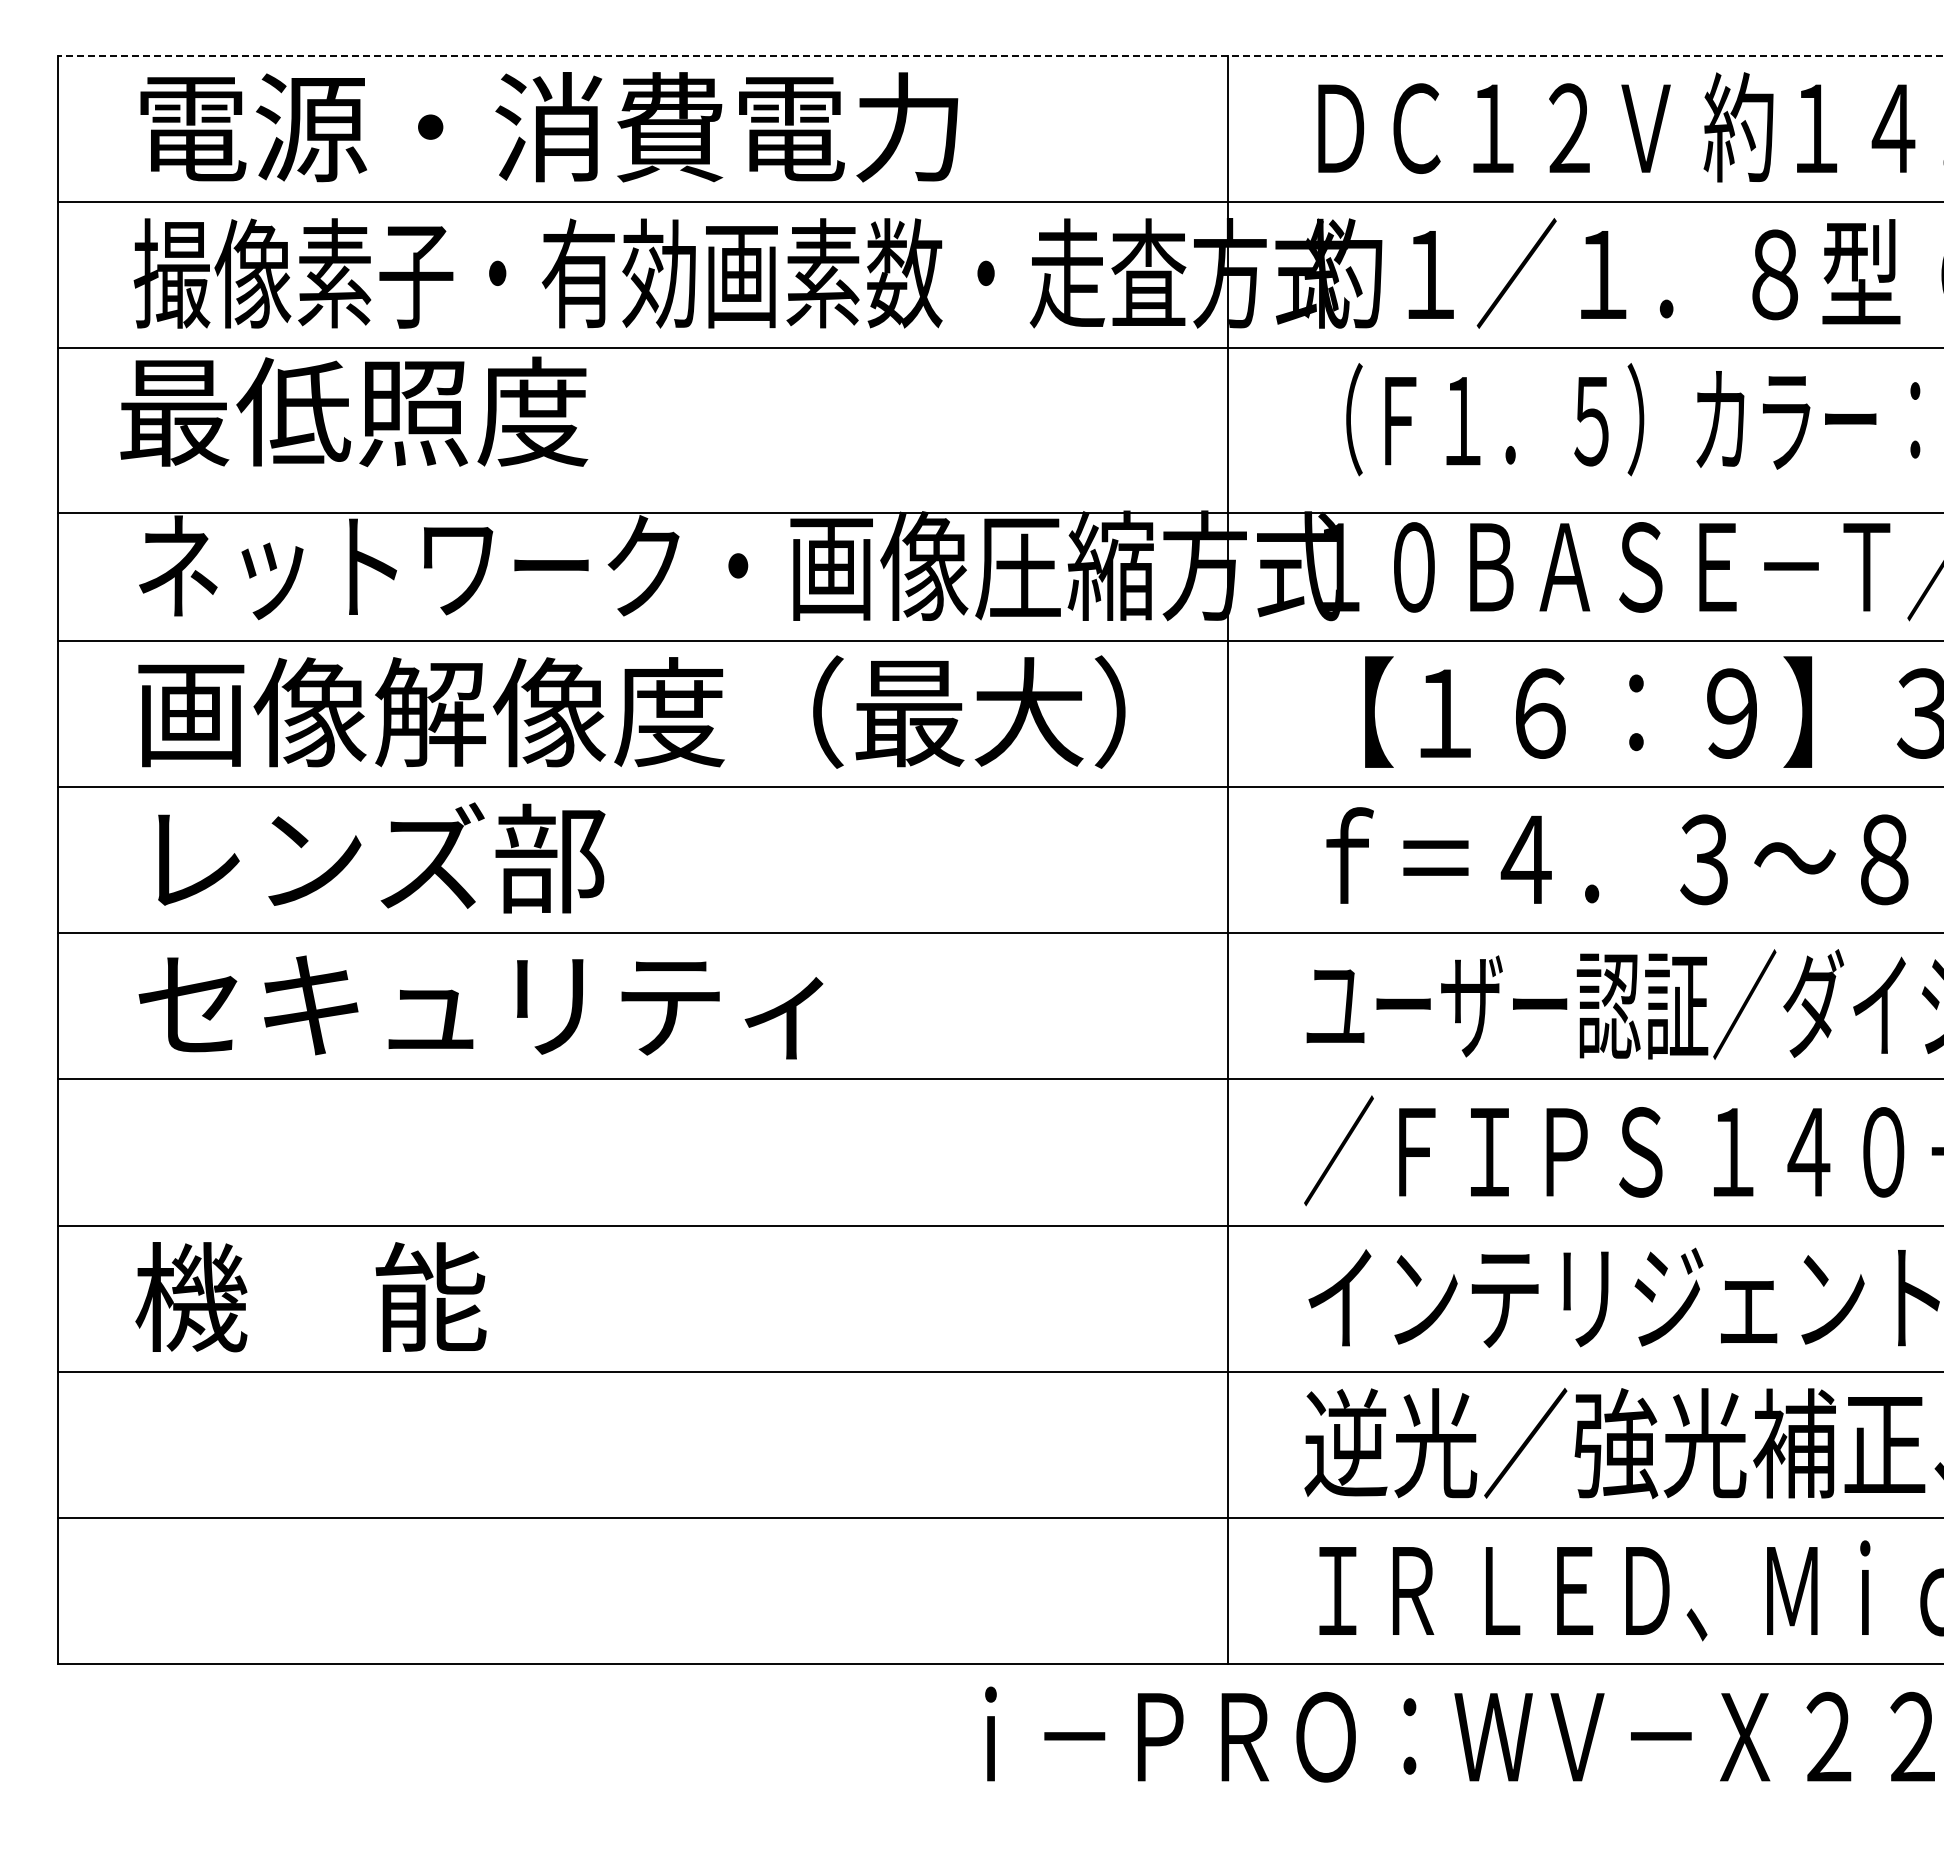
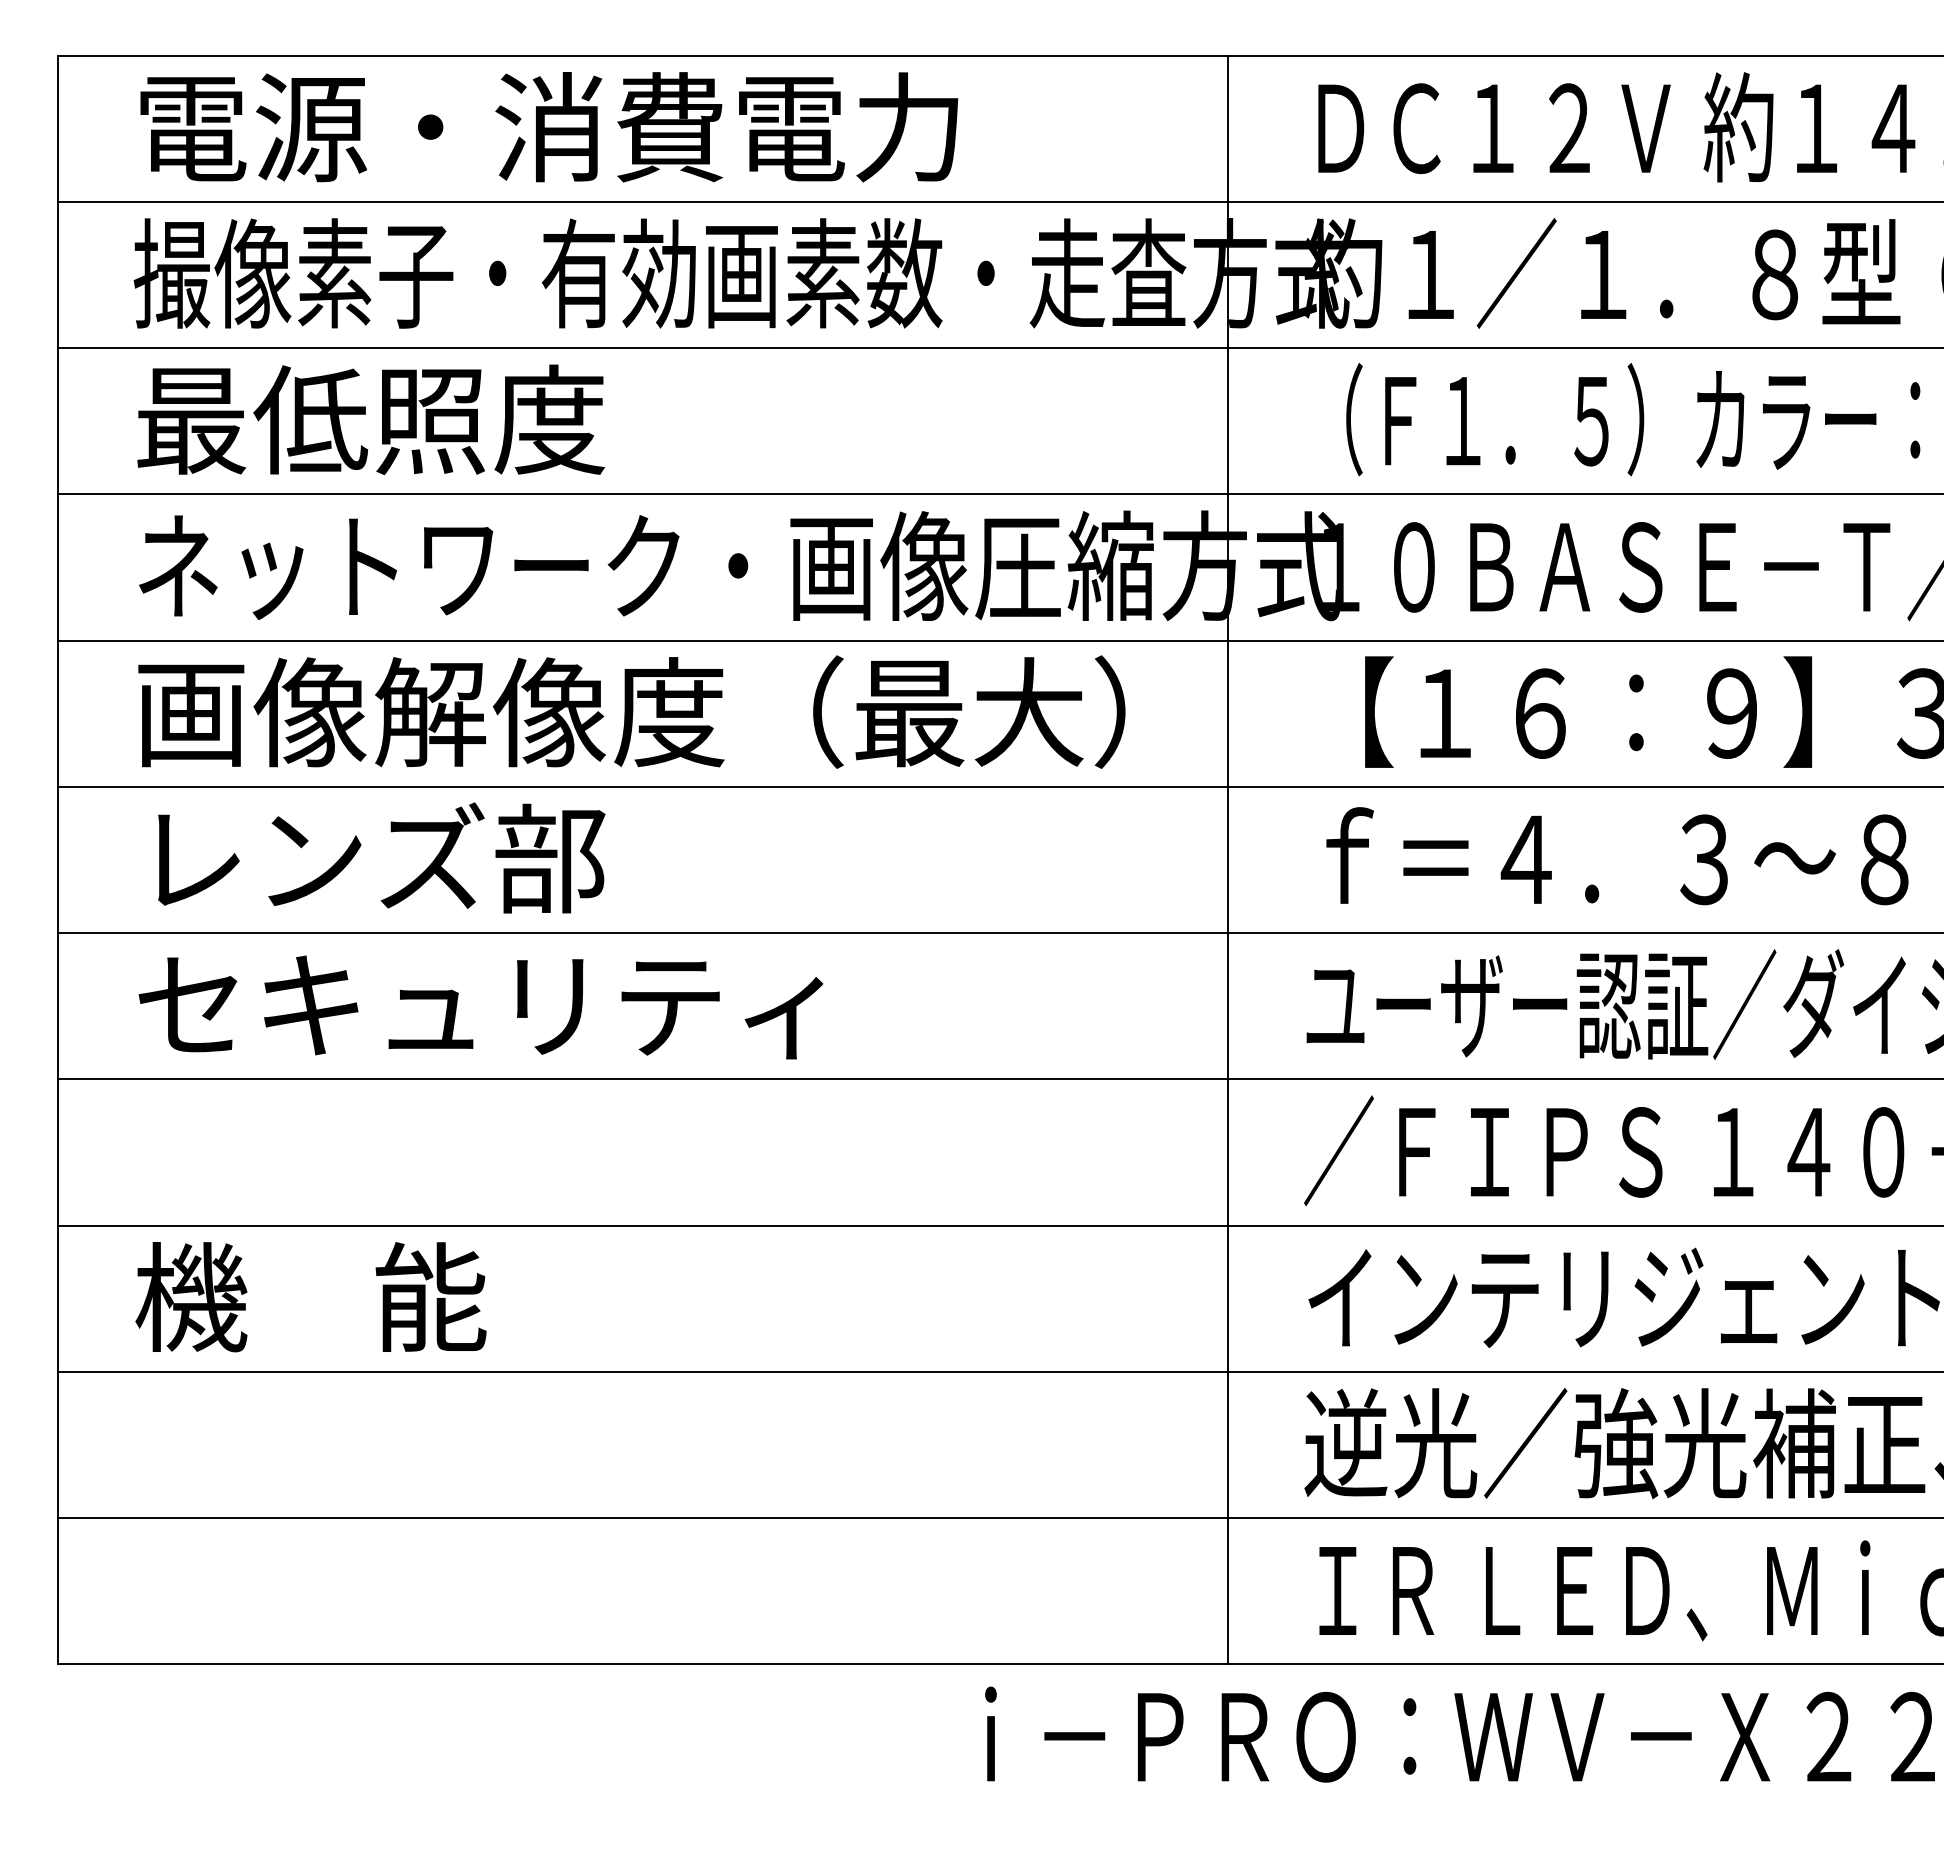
line at (1000, 55): dashed -> solid
text at (354, 411) position: (354, 411) -> (371, 419)
line at (999, 513) position: (999, 513) -> (999, 494)
